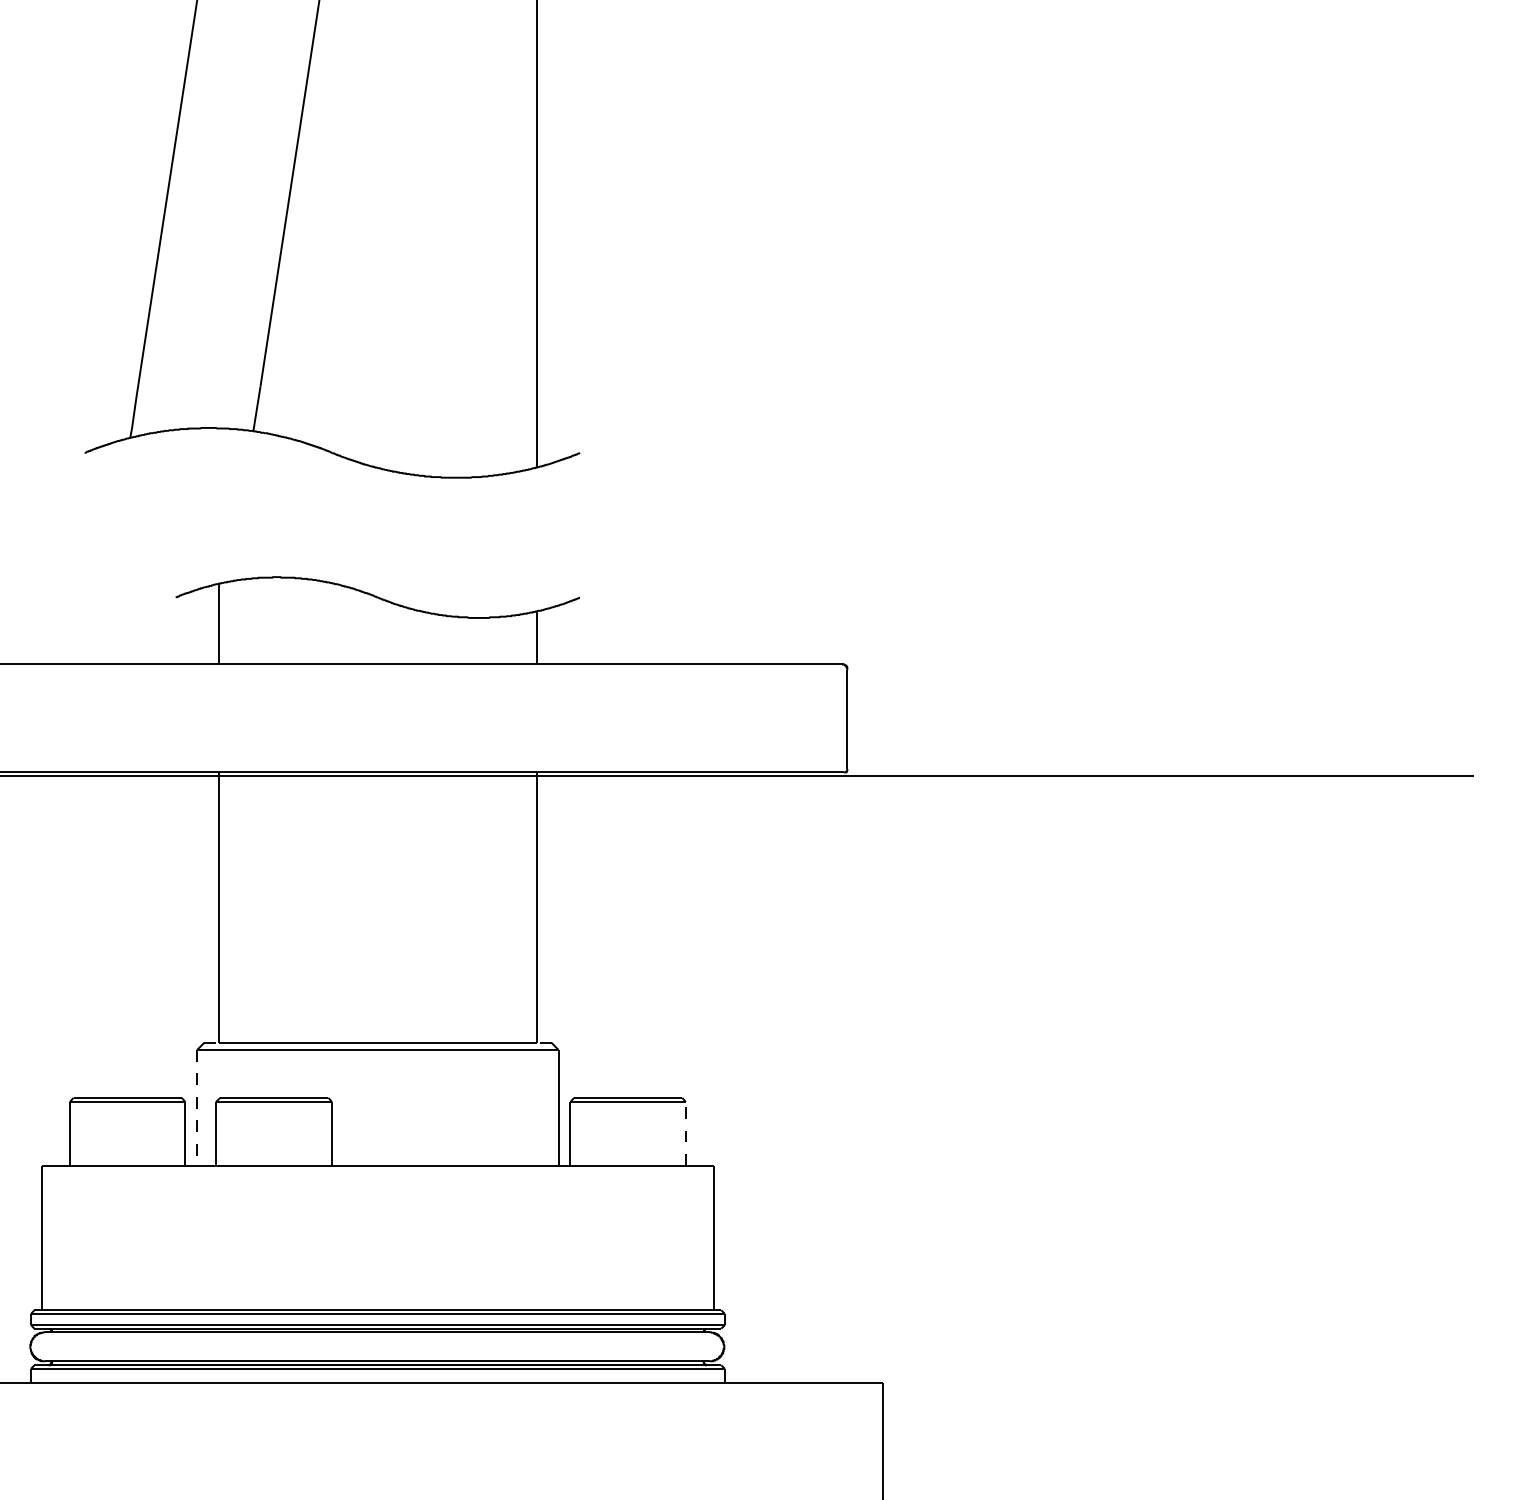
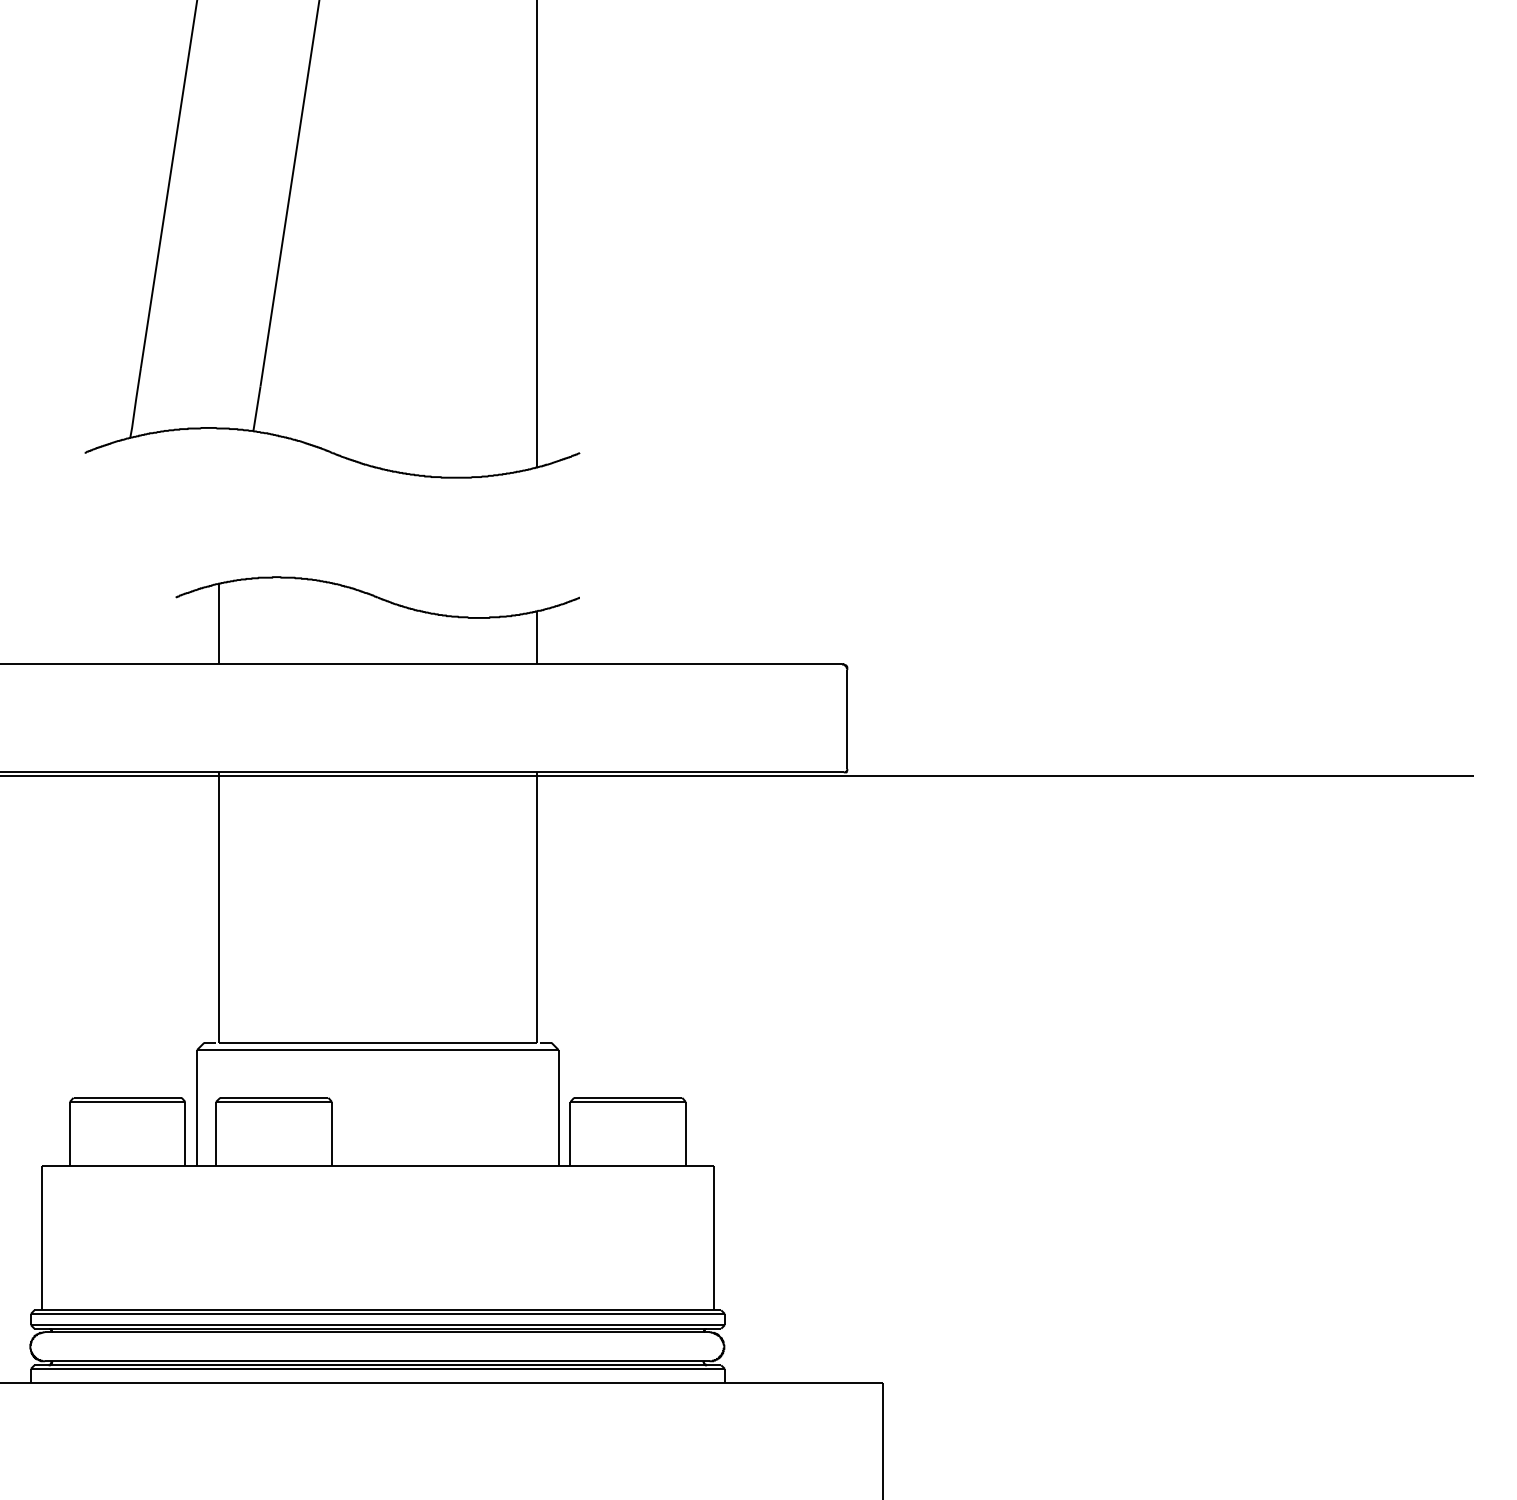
line at (197, 1107): dashed -> solid
line at (685, 1133): dashed -> solid
